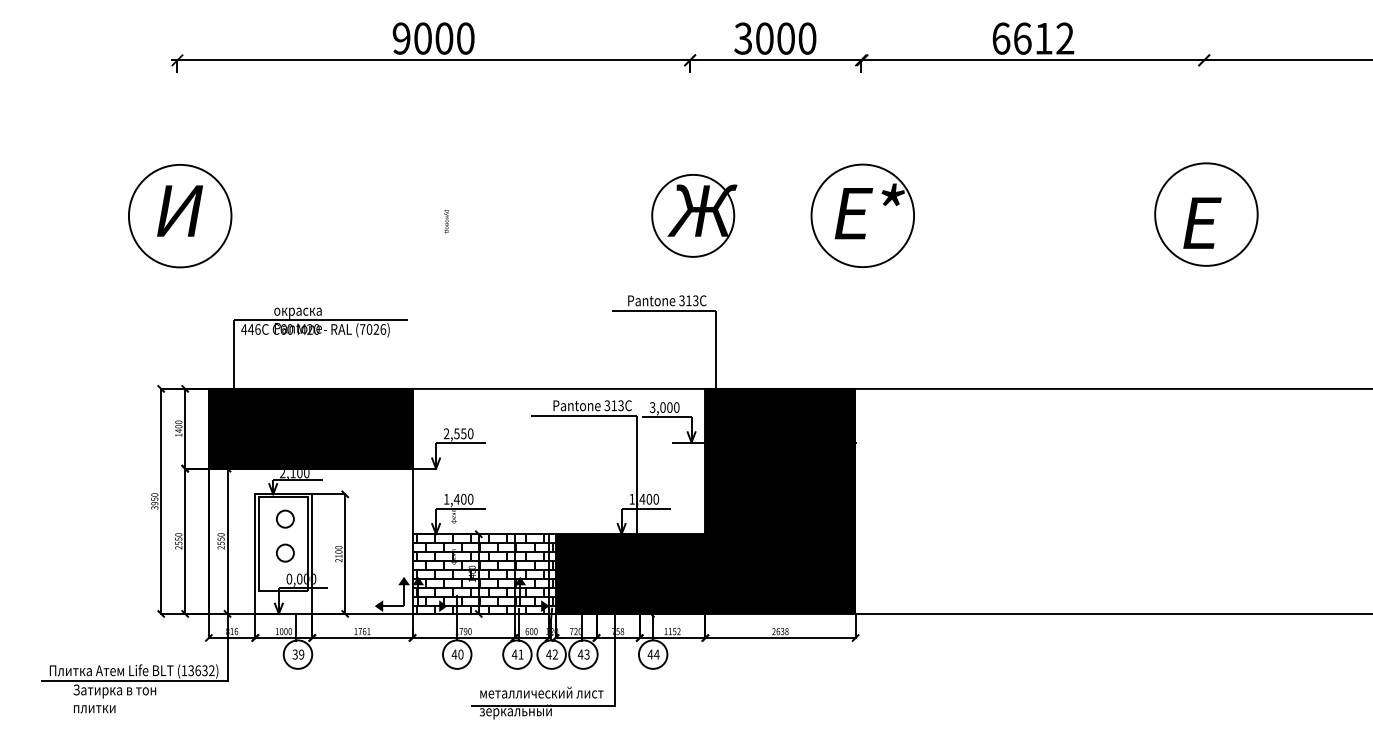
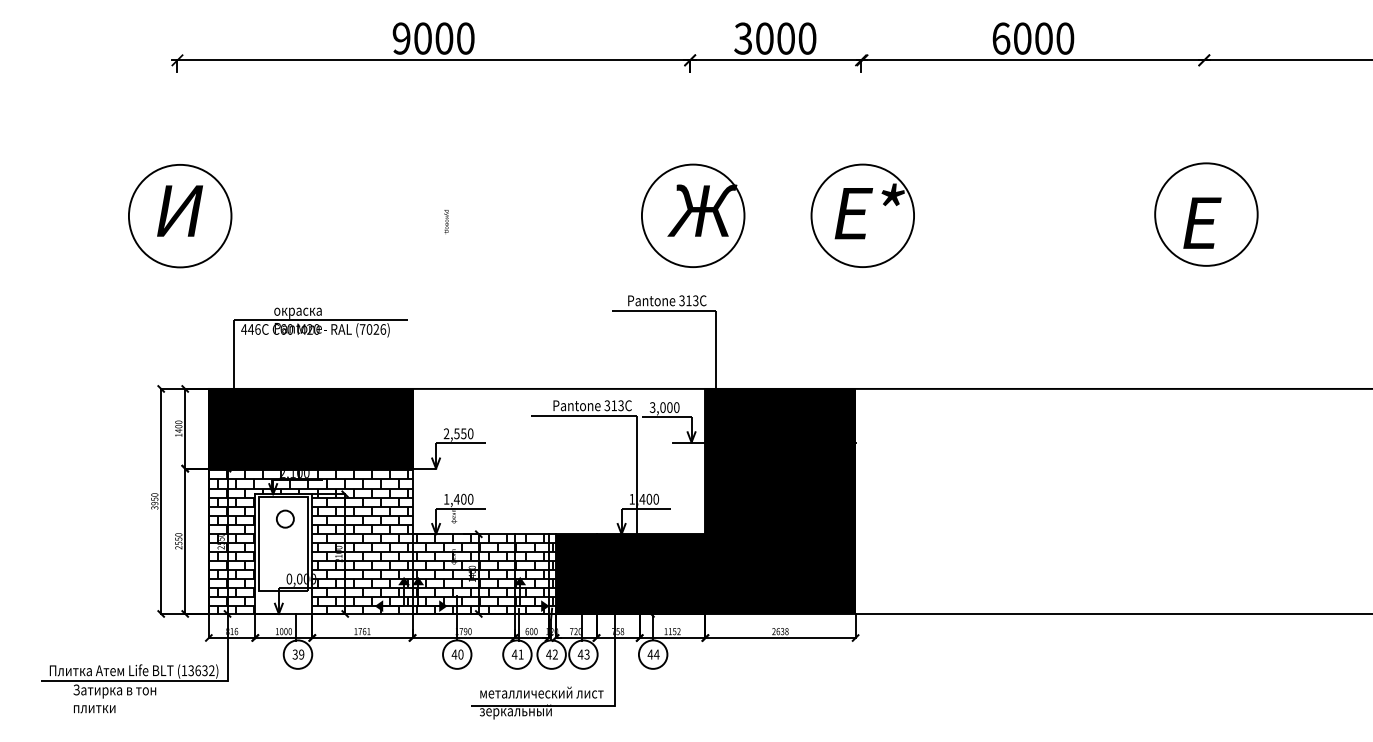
text at (1044, 38): 6612 -> 6000
circle at (693, 215) diameter: 82 px -> 103 px
hatch at (310, 540): none -> present
circle at (285, 552): present -> none
